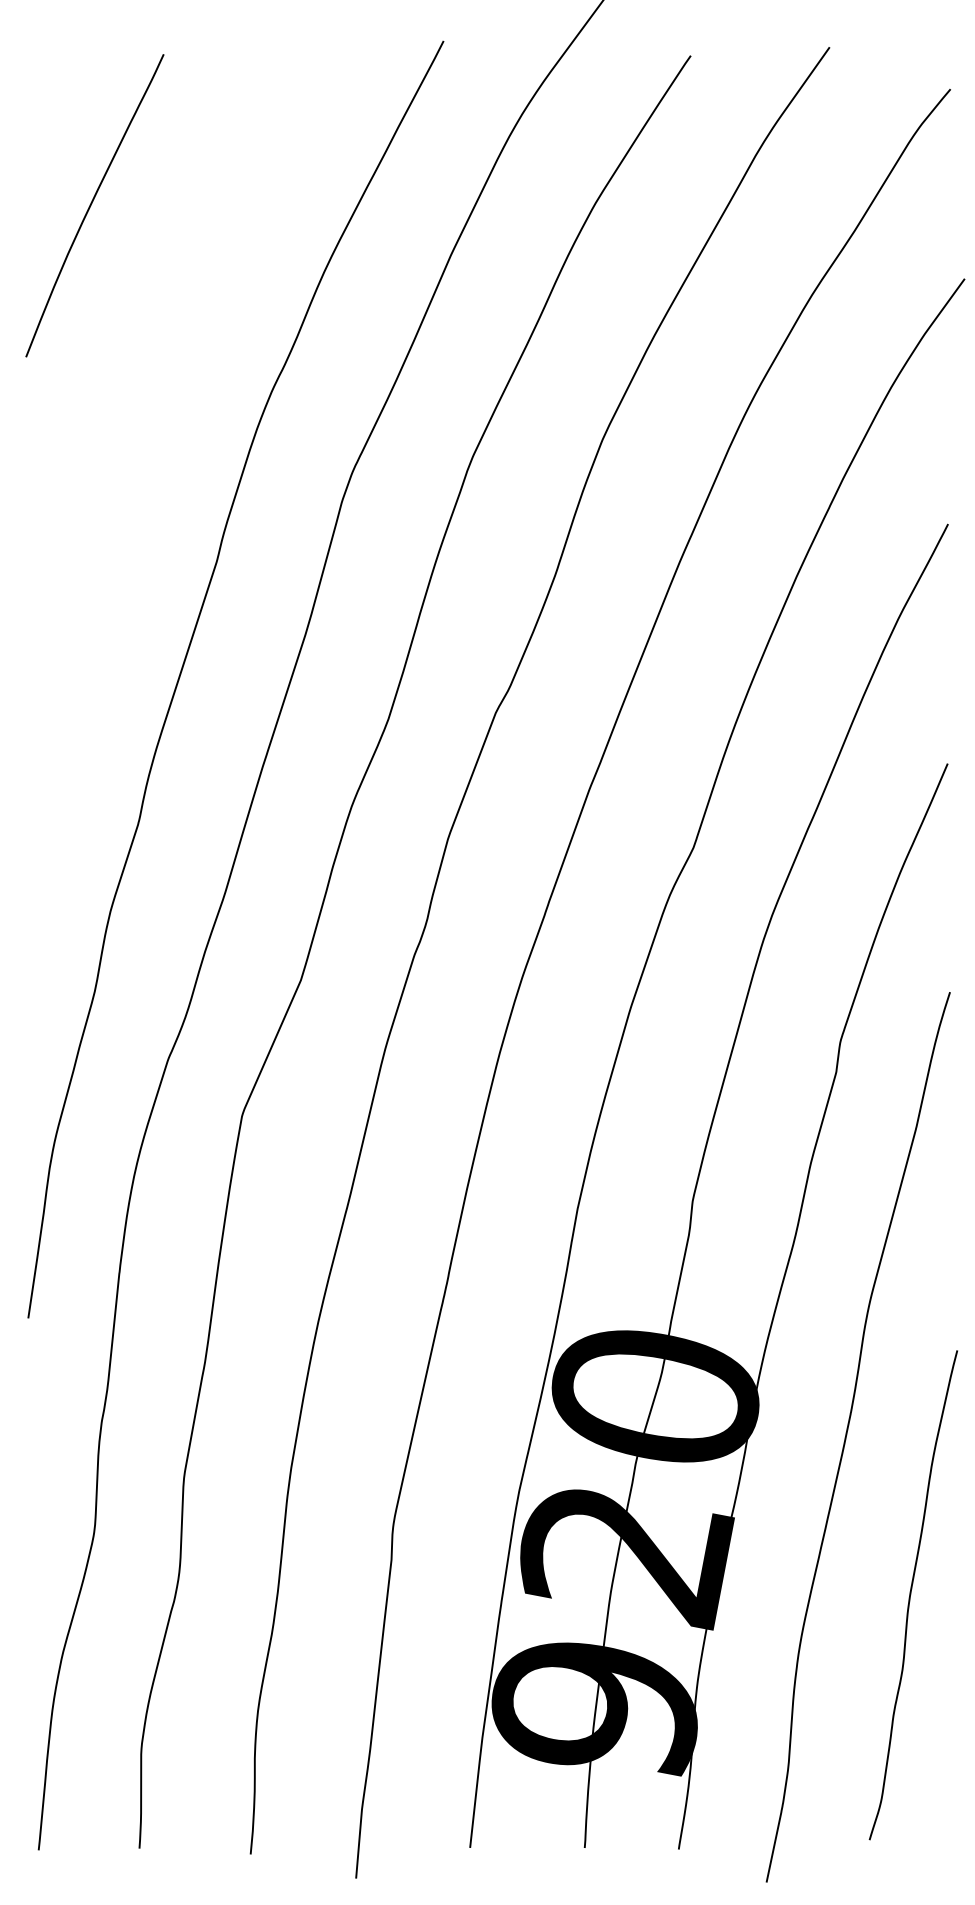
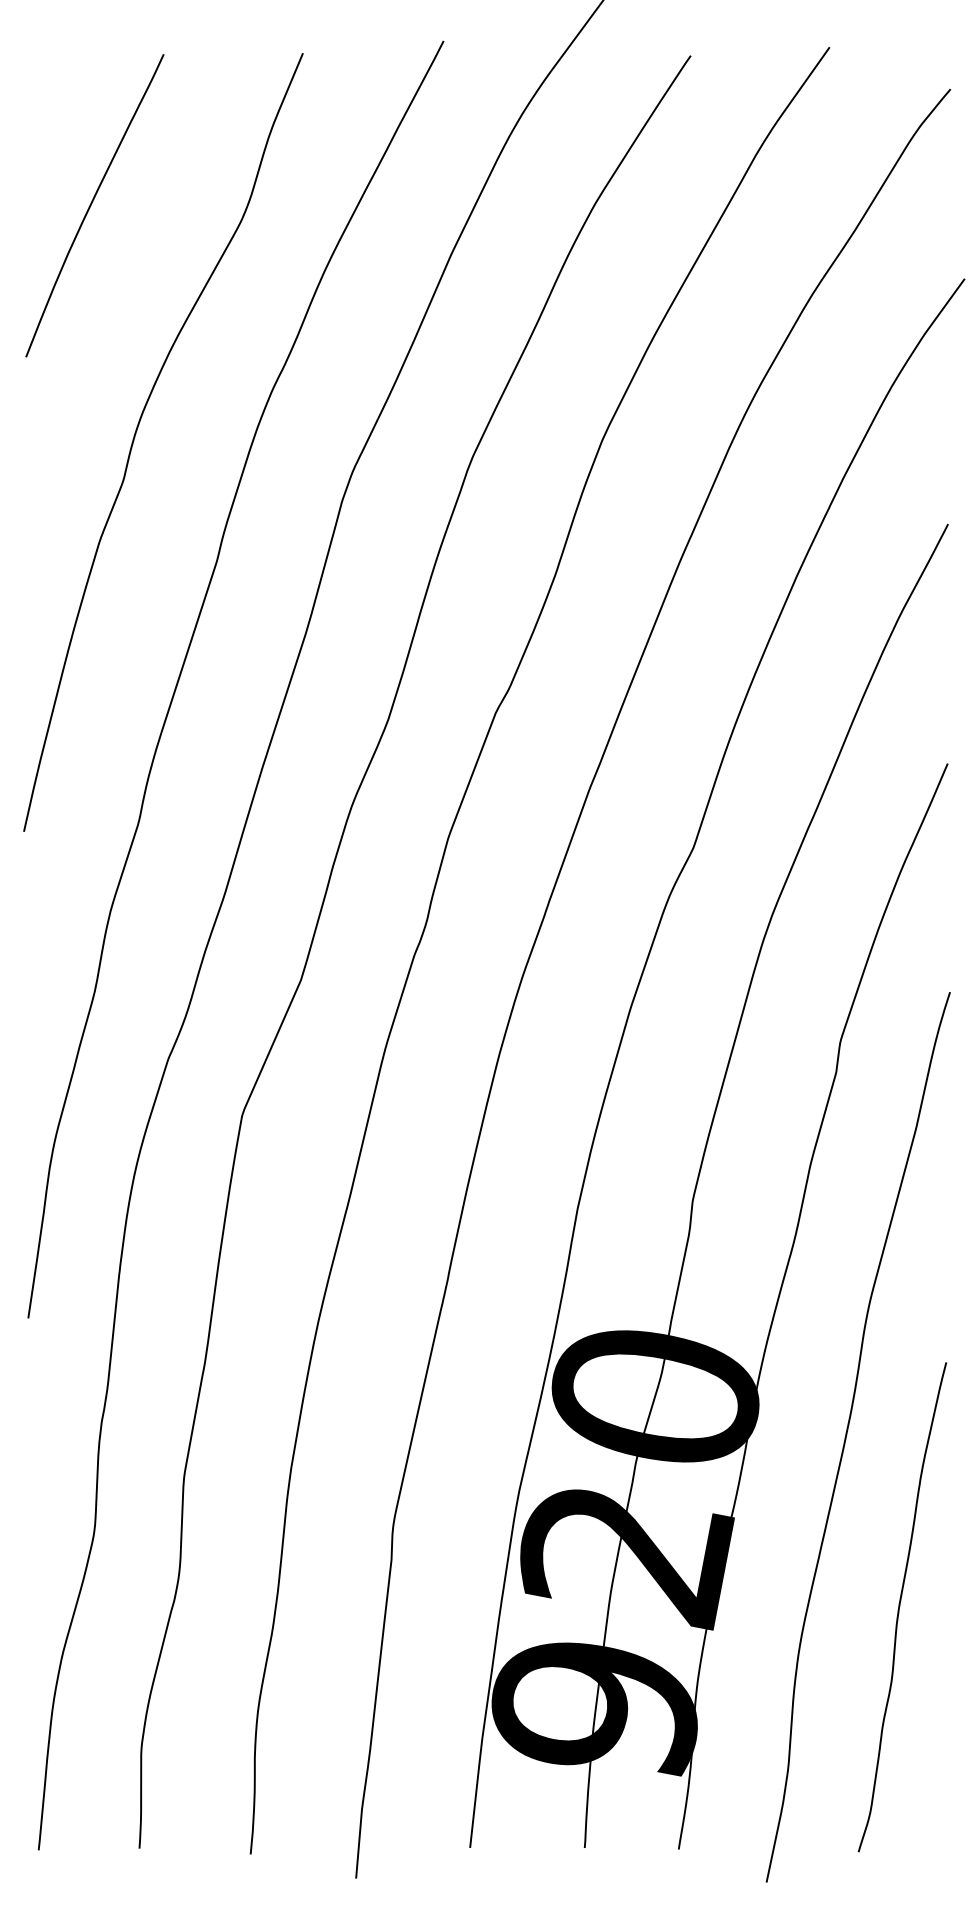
curve at (136, 434): none -> present
curve at (911, 1594) position: (911, 1594) -> (900, 1606)
